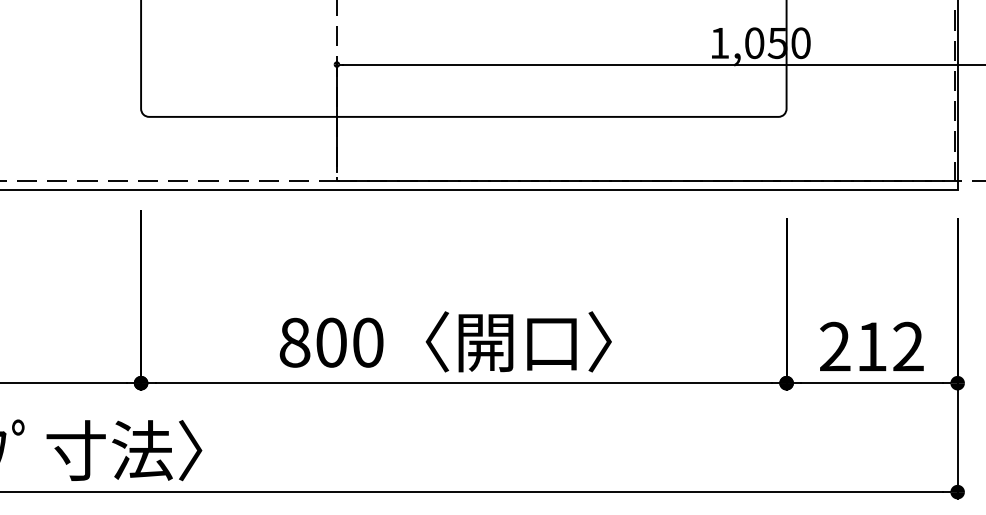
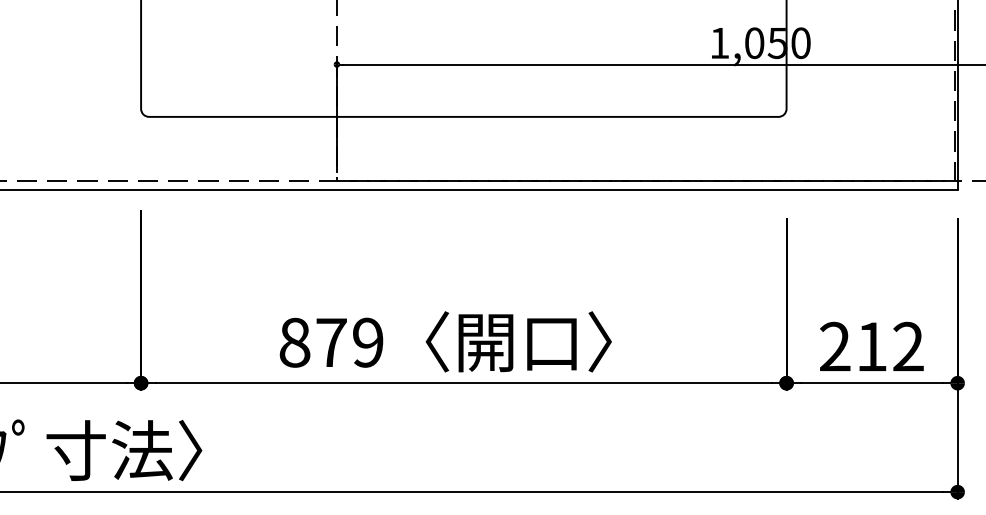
text at (349, 342): 800 -> 879
